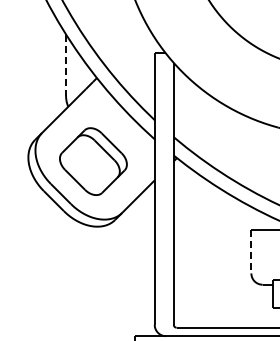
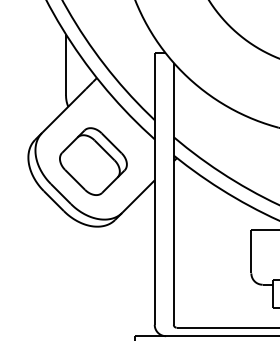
line at (66, 65): dashed -> solid
line at (251, 251): dashed -> solid
